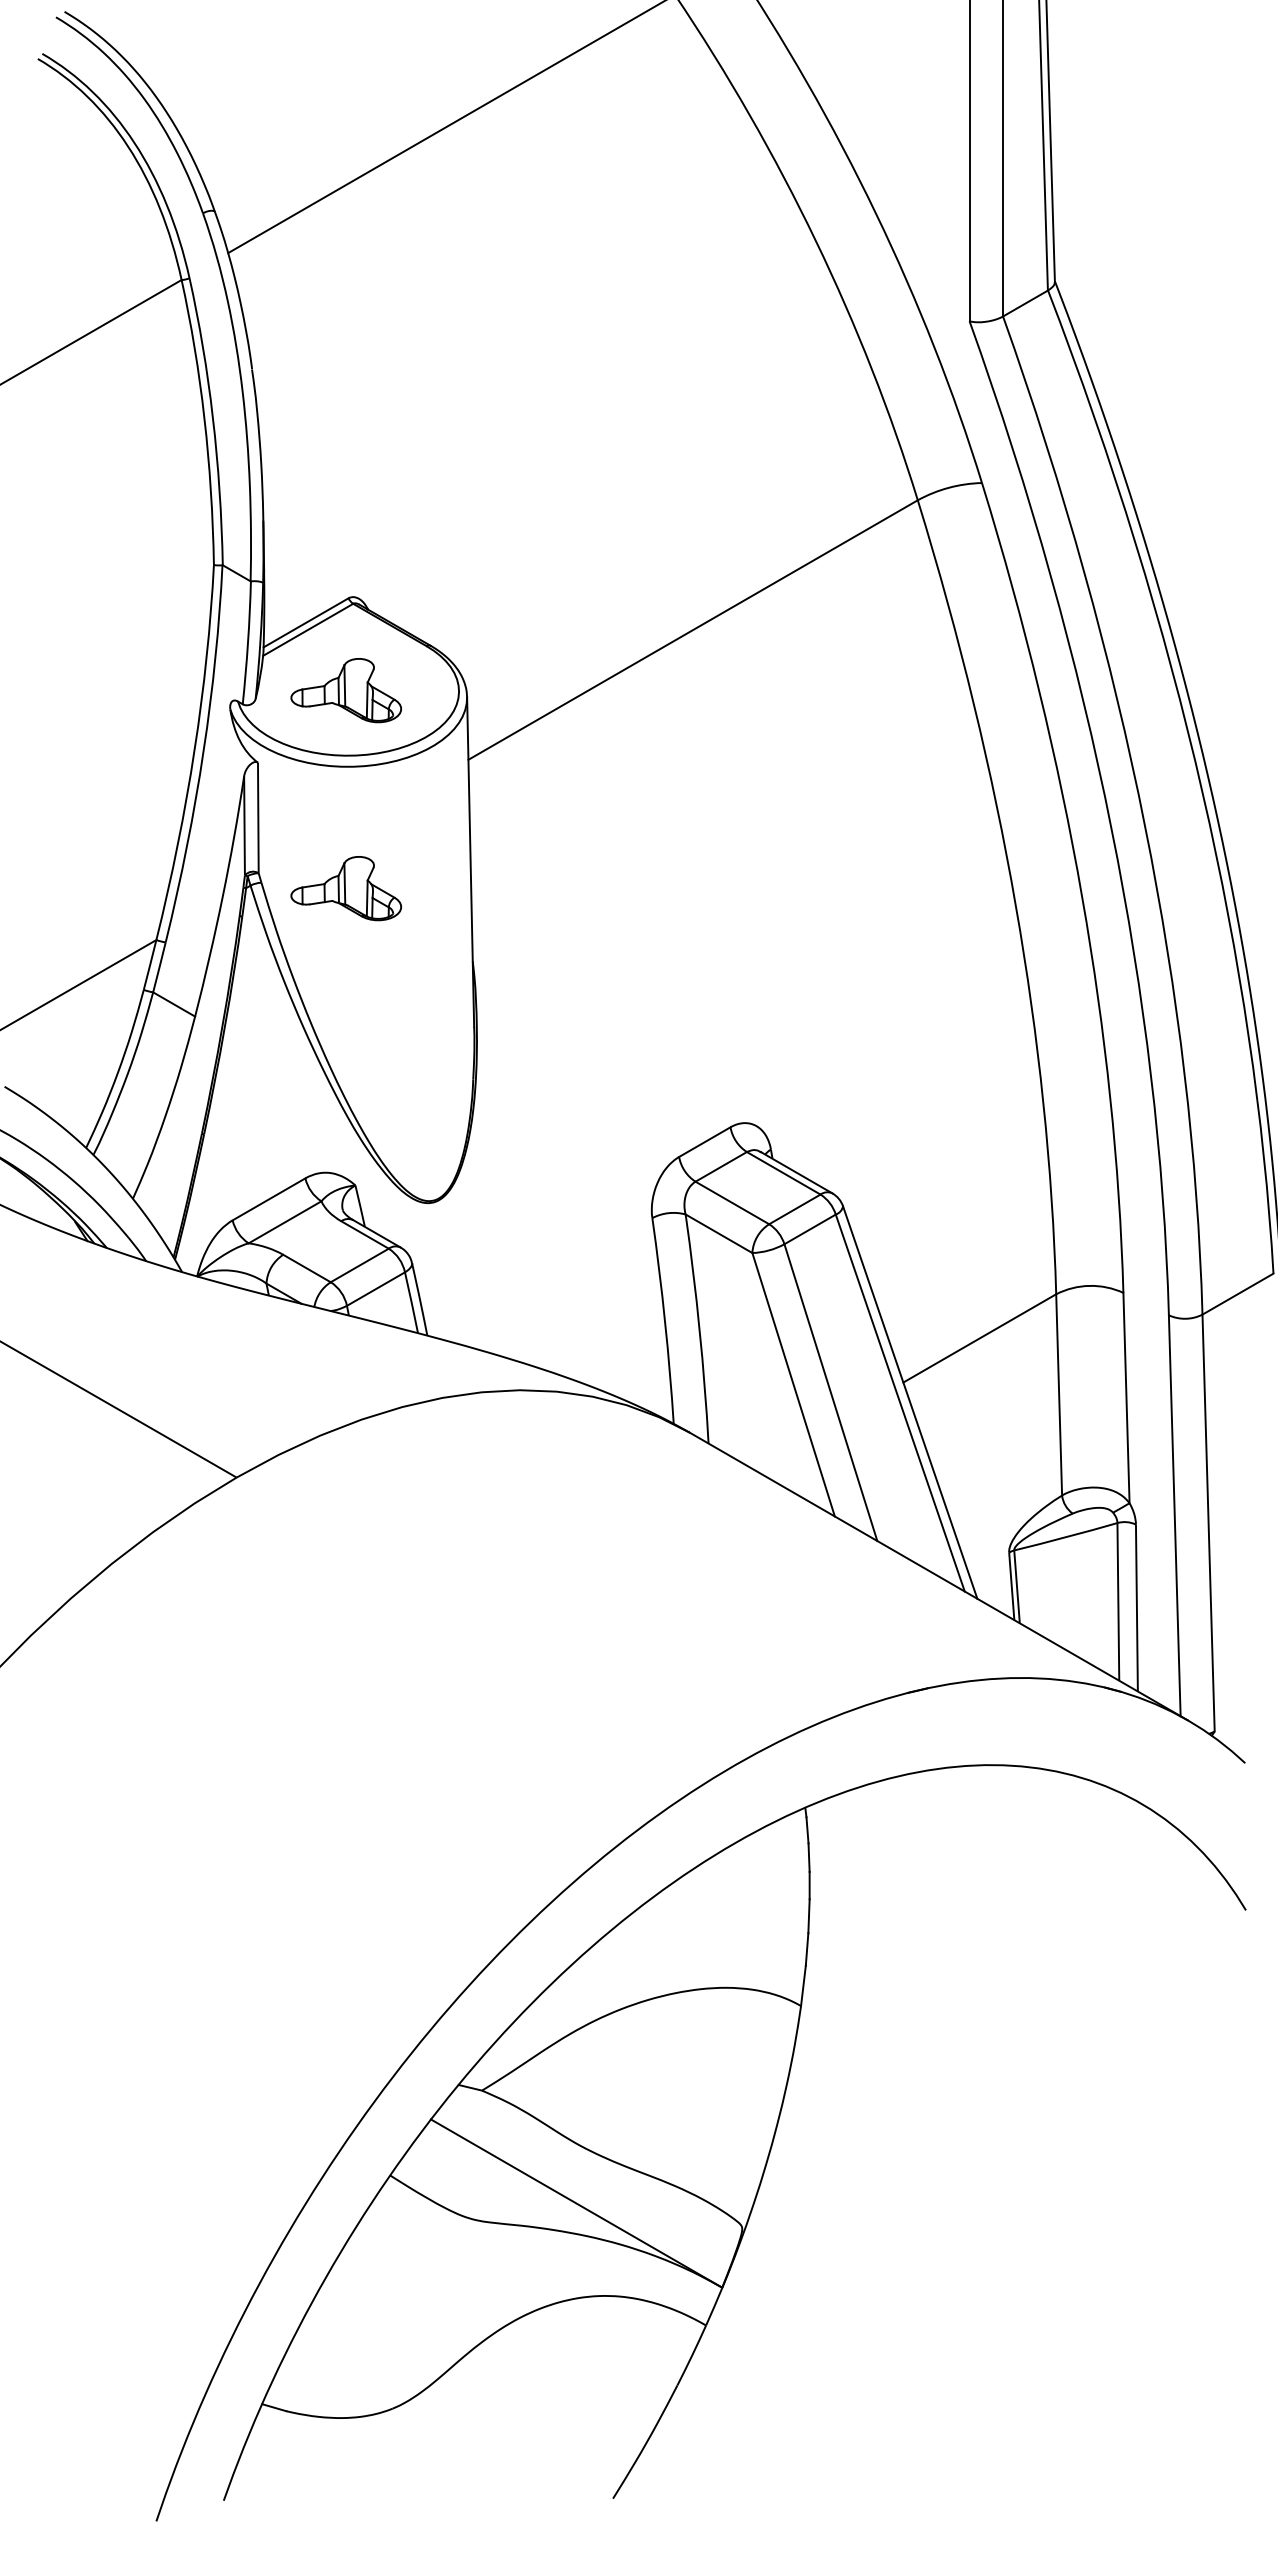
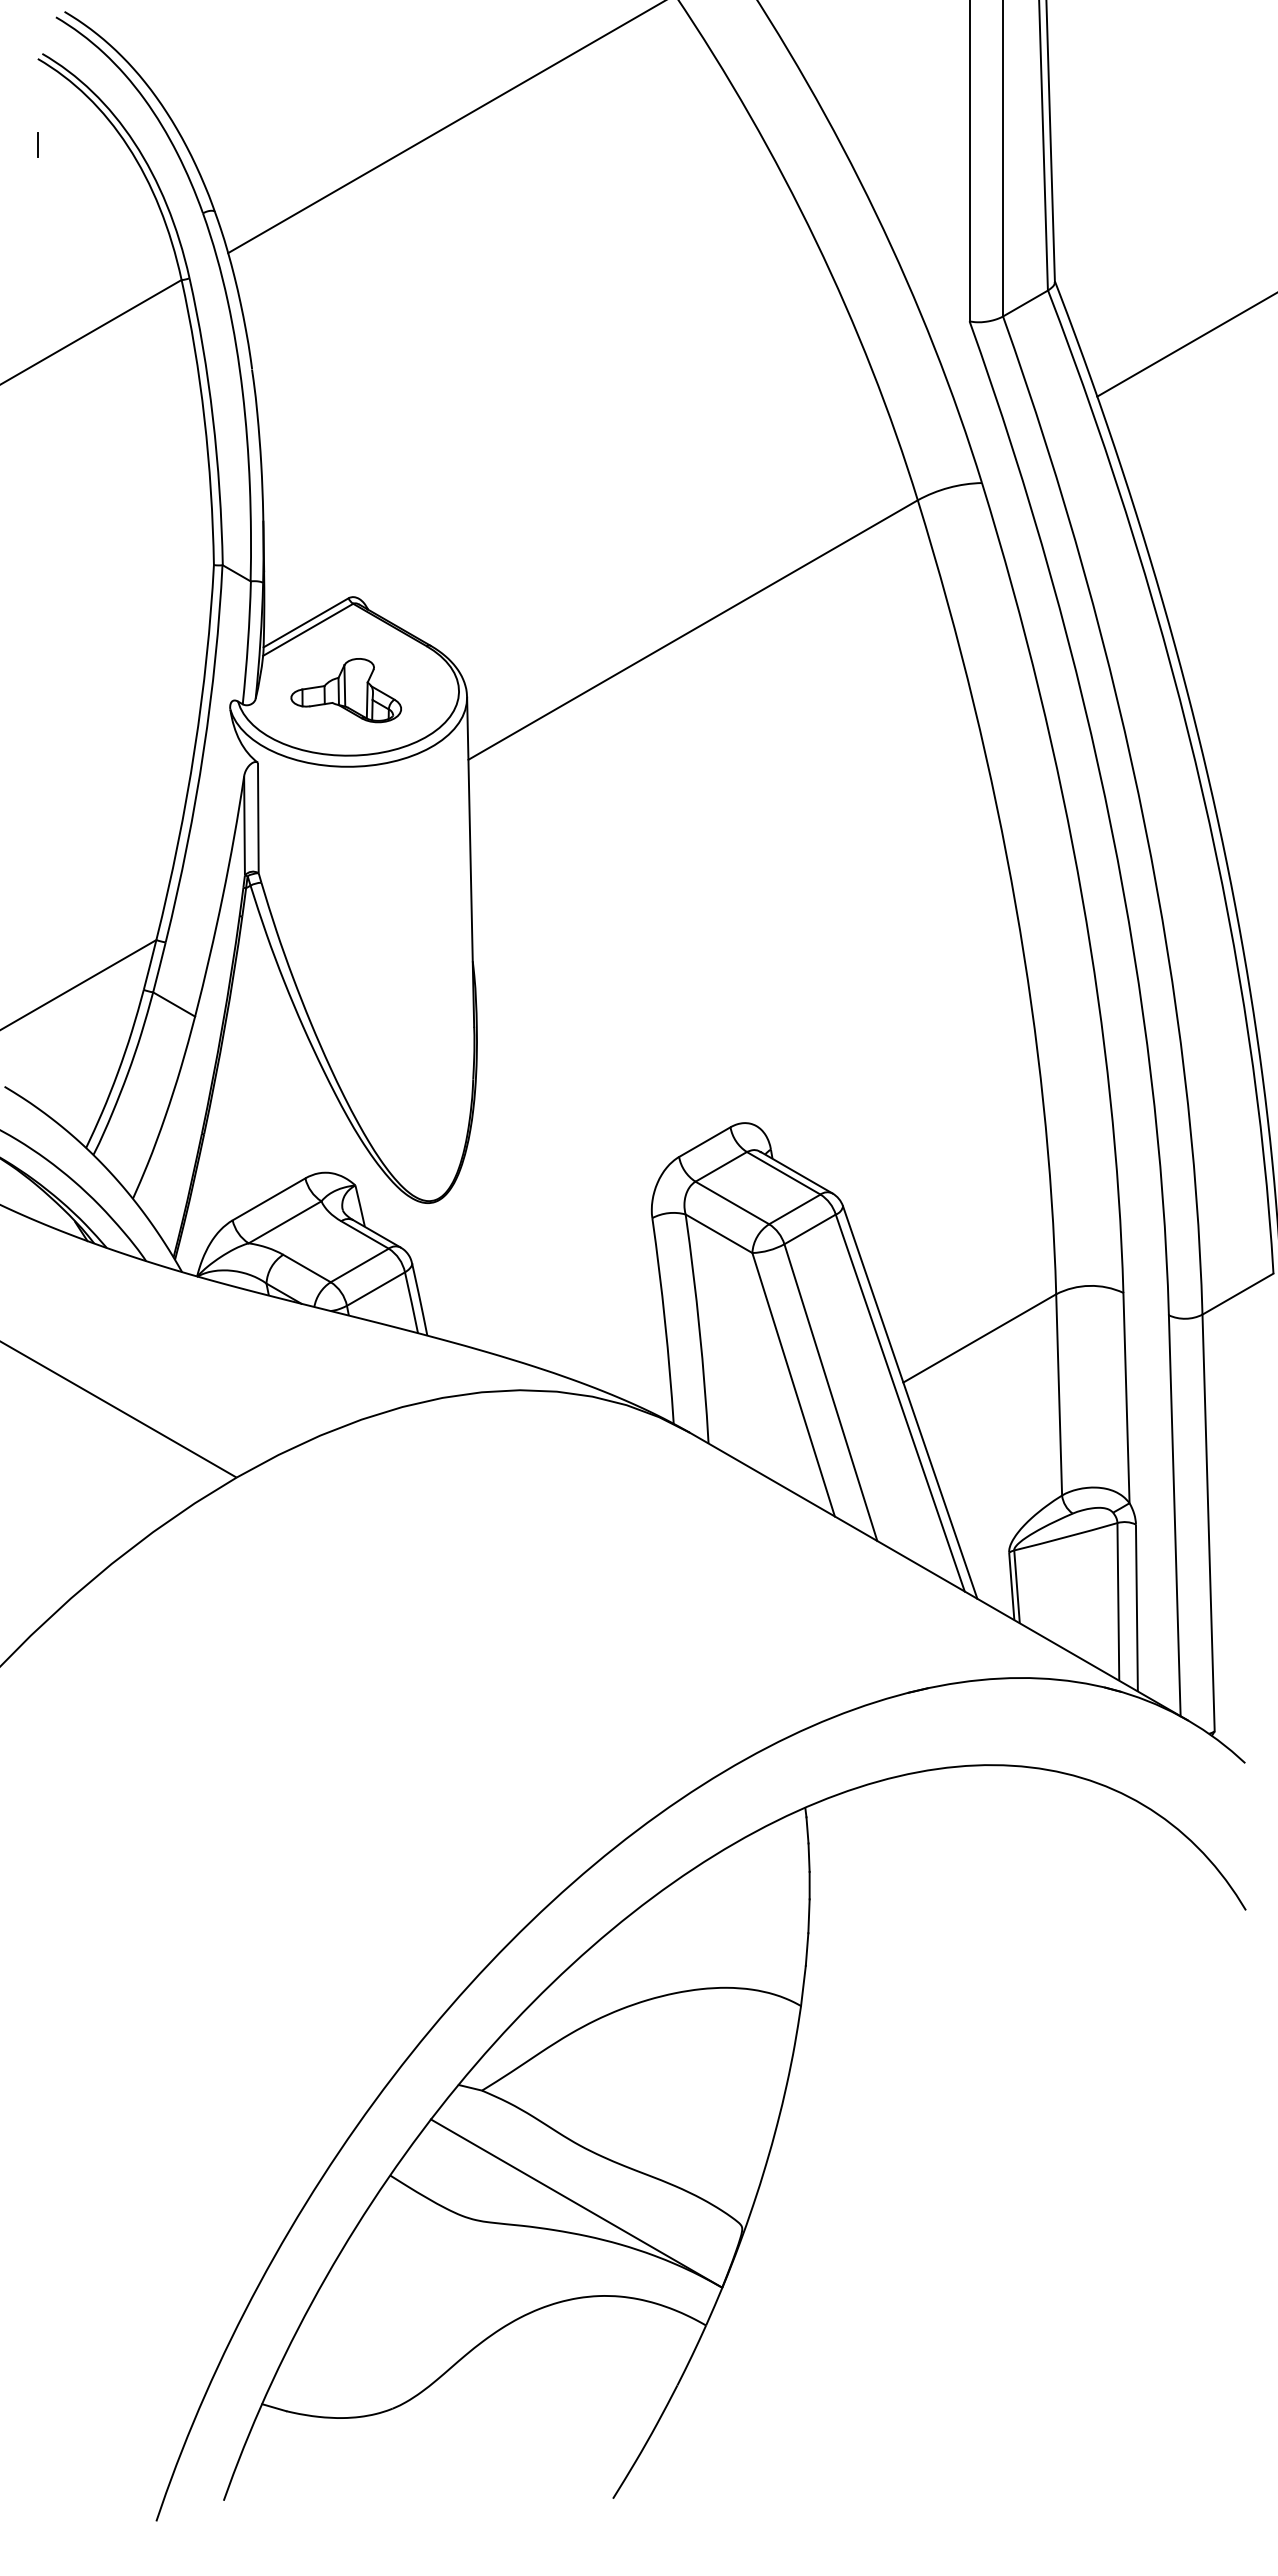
line at (38, 145): none -> present
line at (1185, 345): none -> present
part at (345, 888): present -> none
